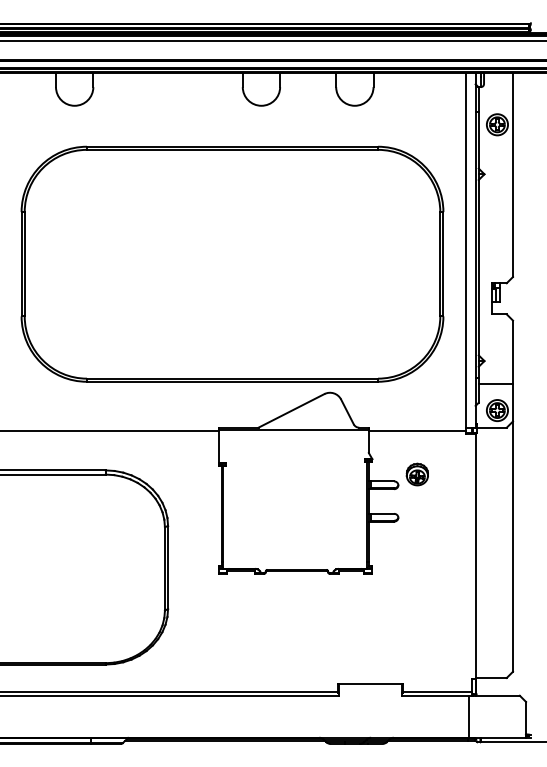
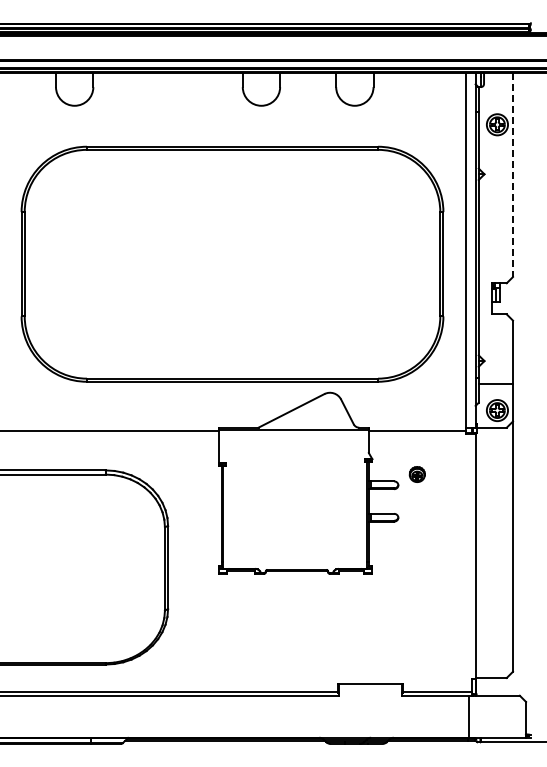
line at (272, 41): present -> none
line at (513, 175): solid -> dashed
part at (416, 474) size: 24x25 px -> 18x17 px
